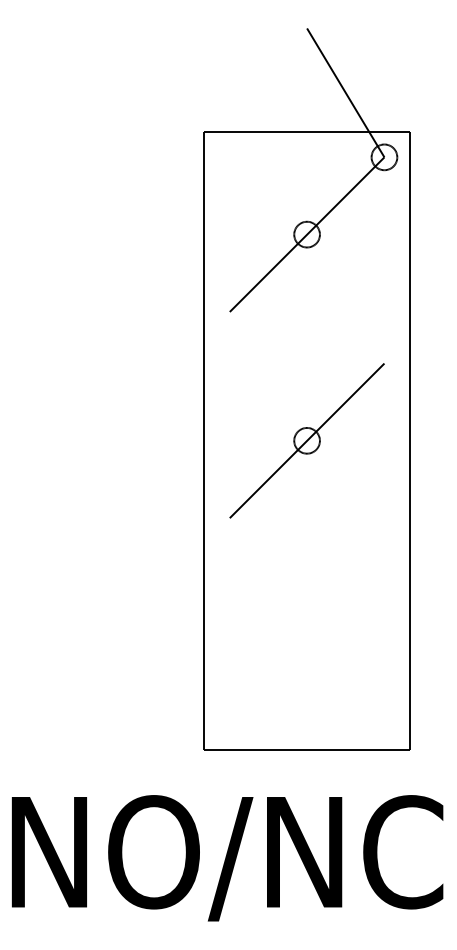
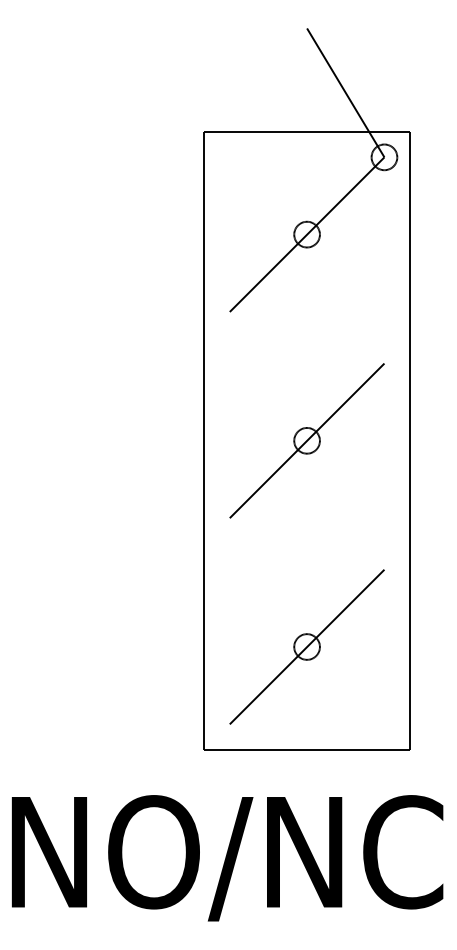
part at (306, 646): none -> present
